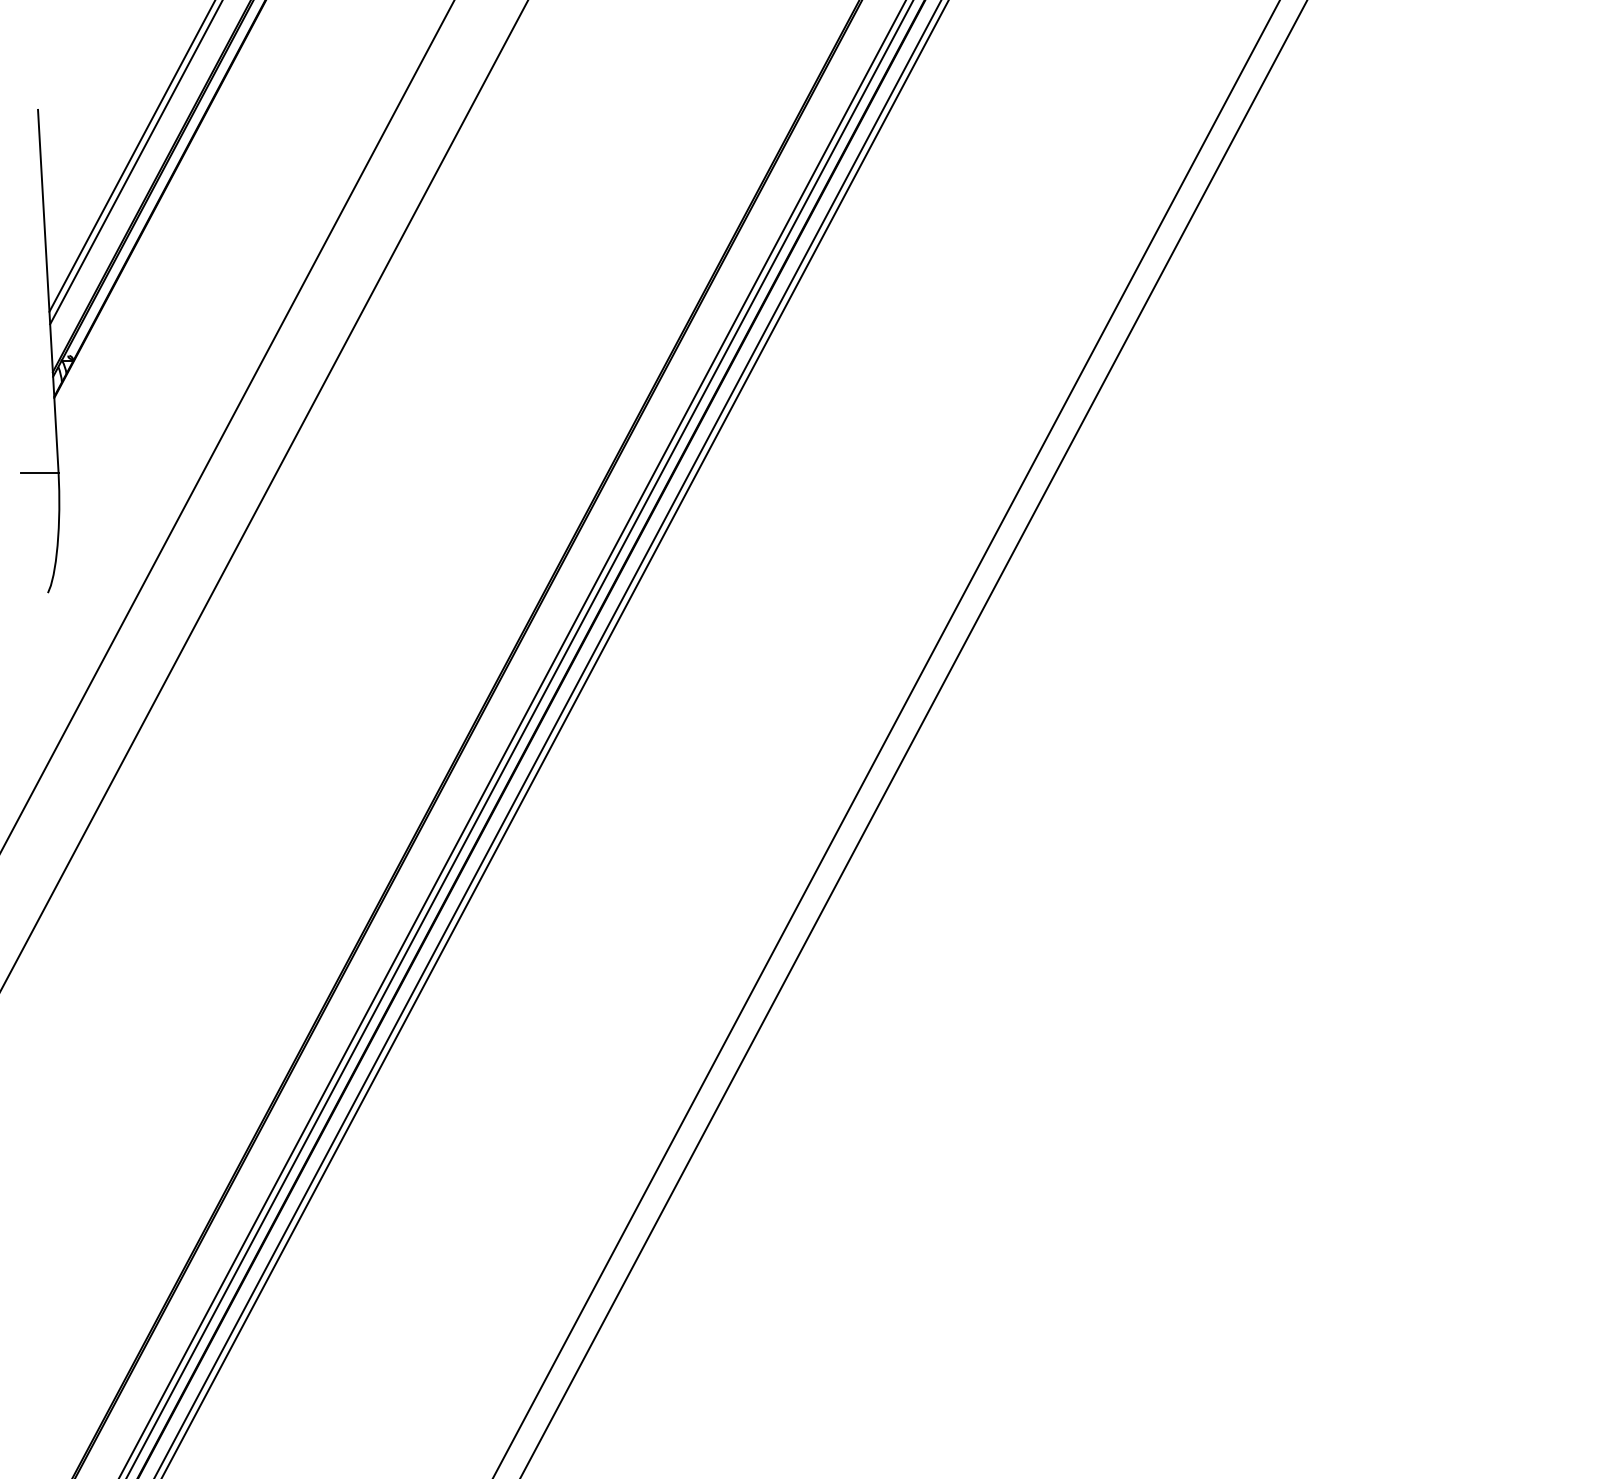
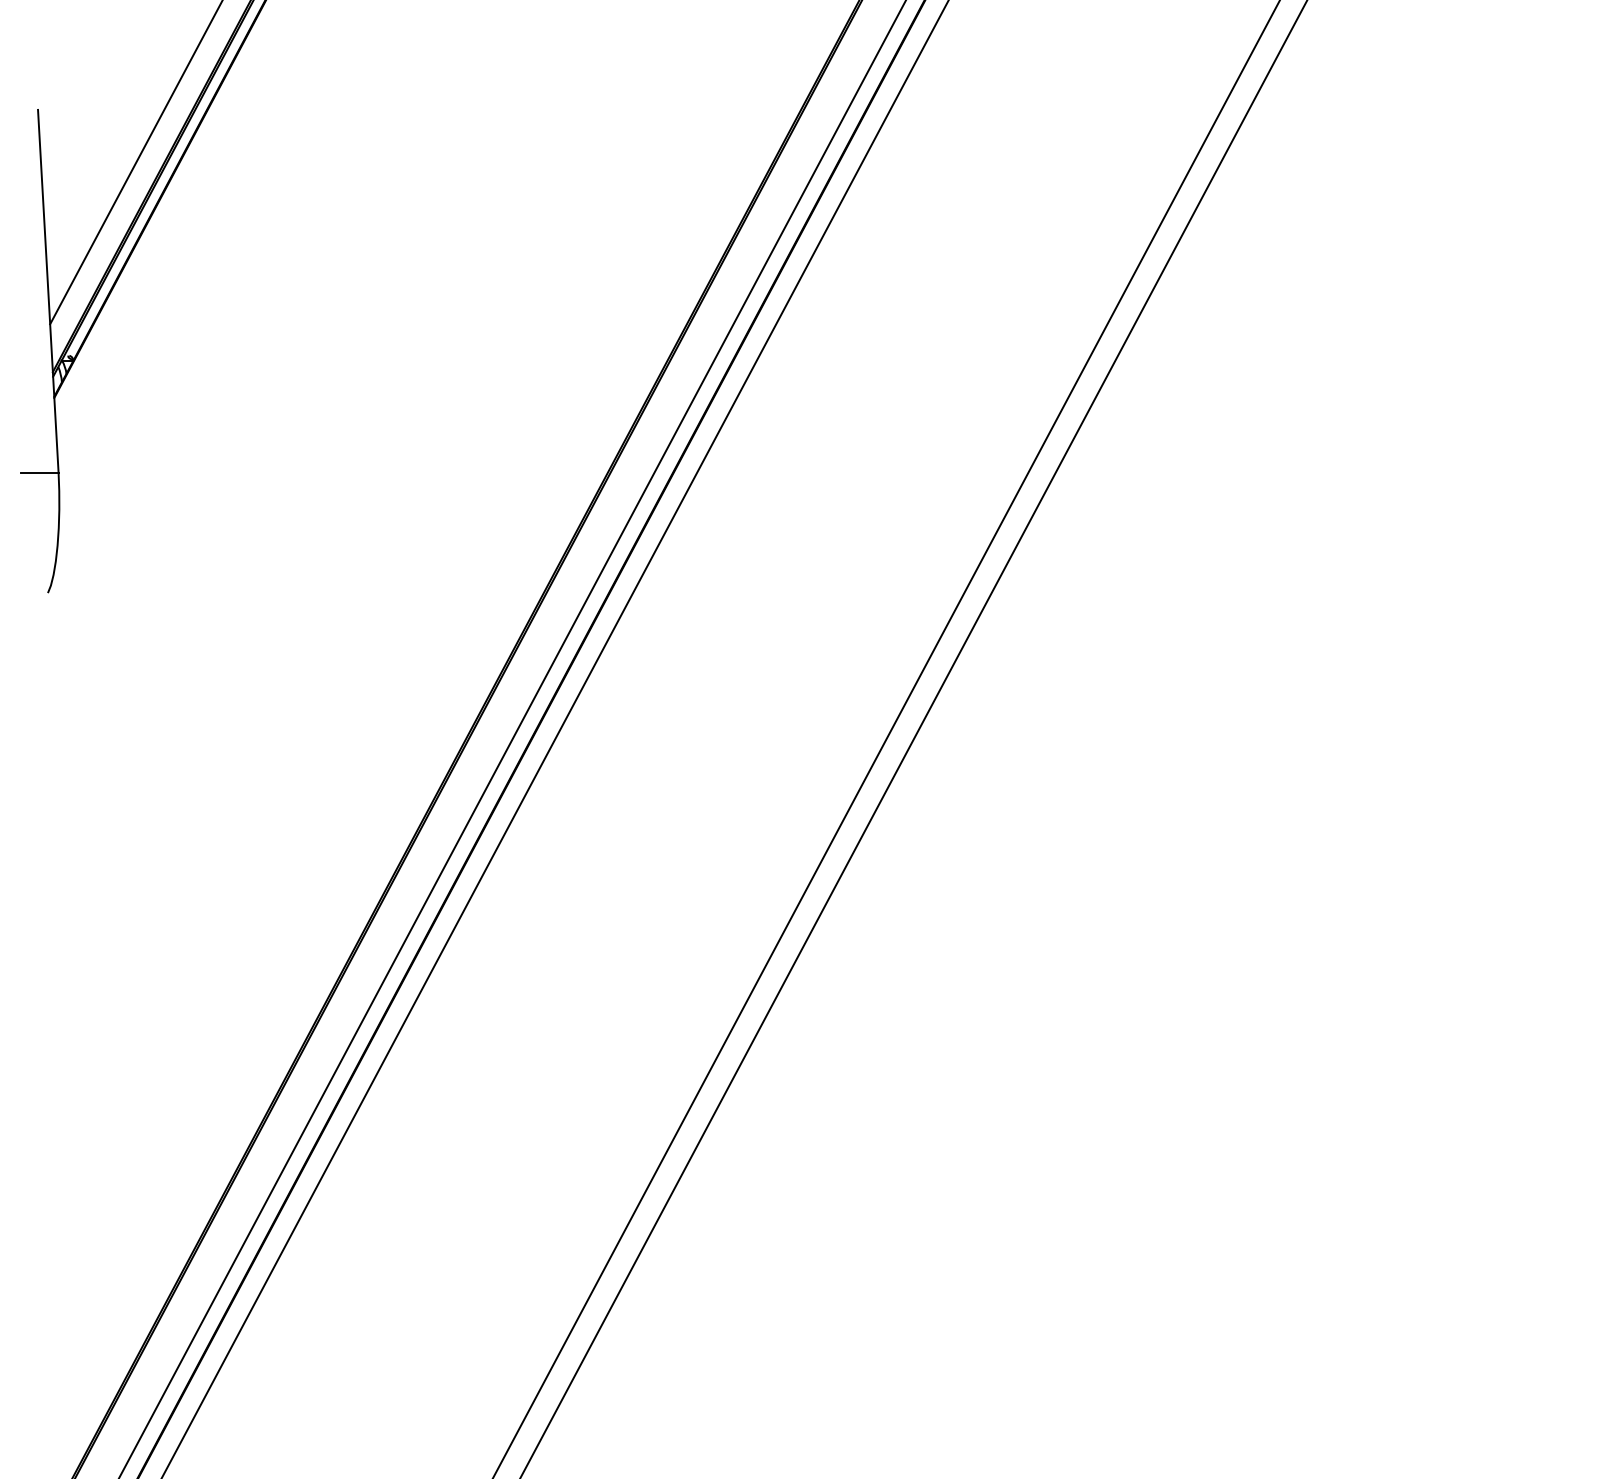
line at (131, 156): present -> none
line at (227, 425): present -> none
line at (264, 494): present -> none
line at (519, 738): present -> none
line at (547, 738): present -> none
